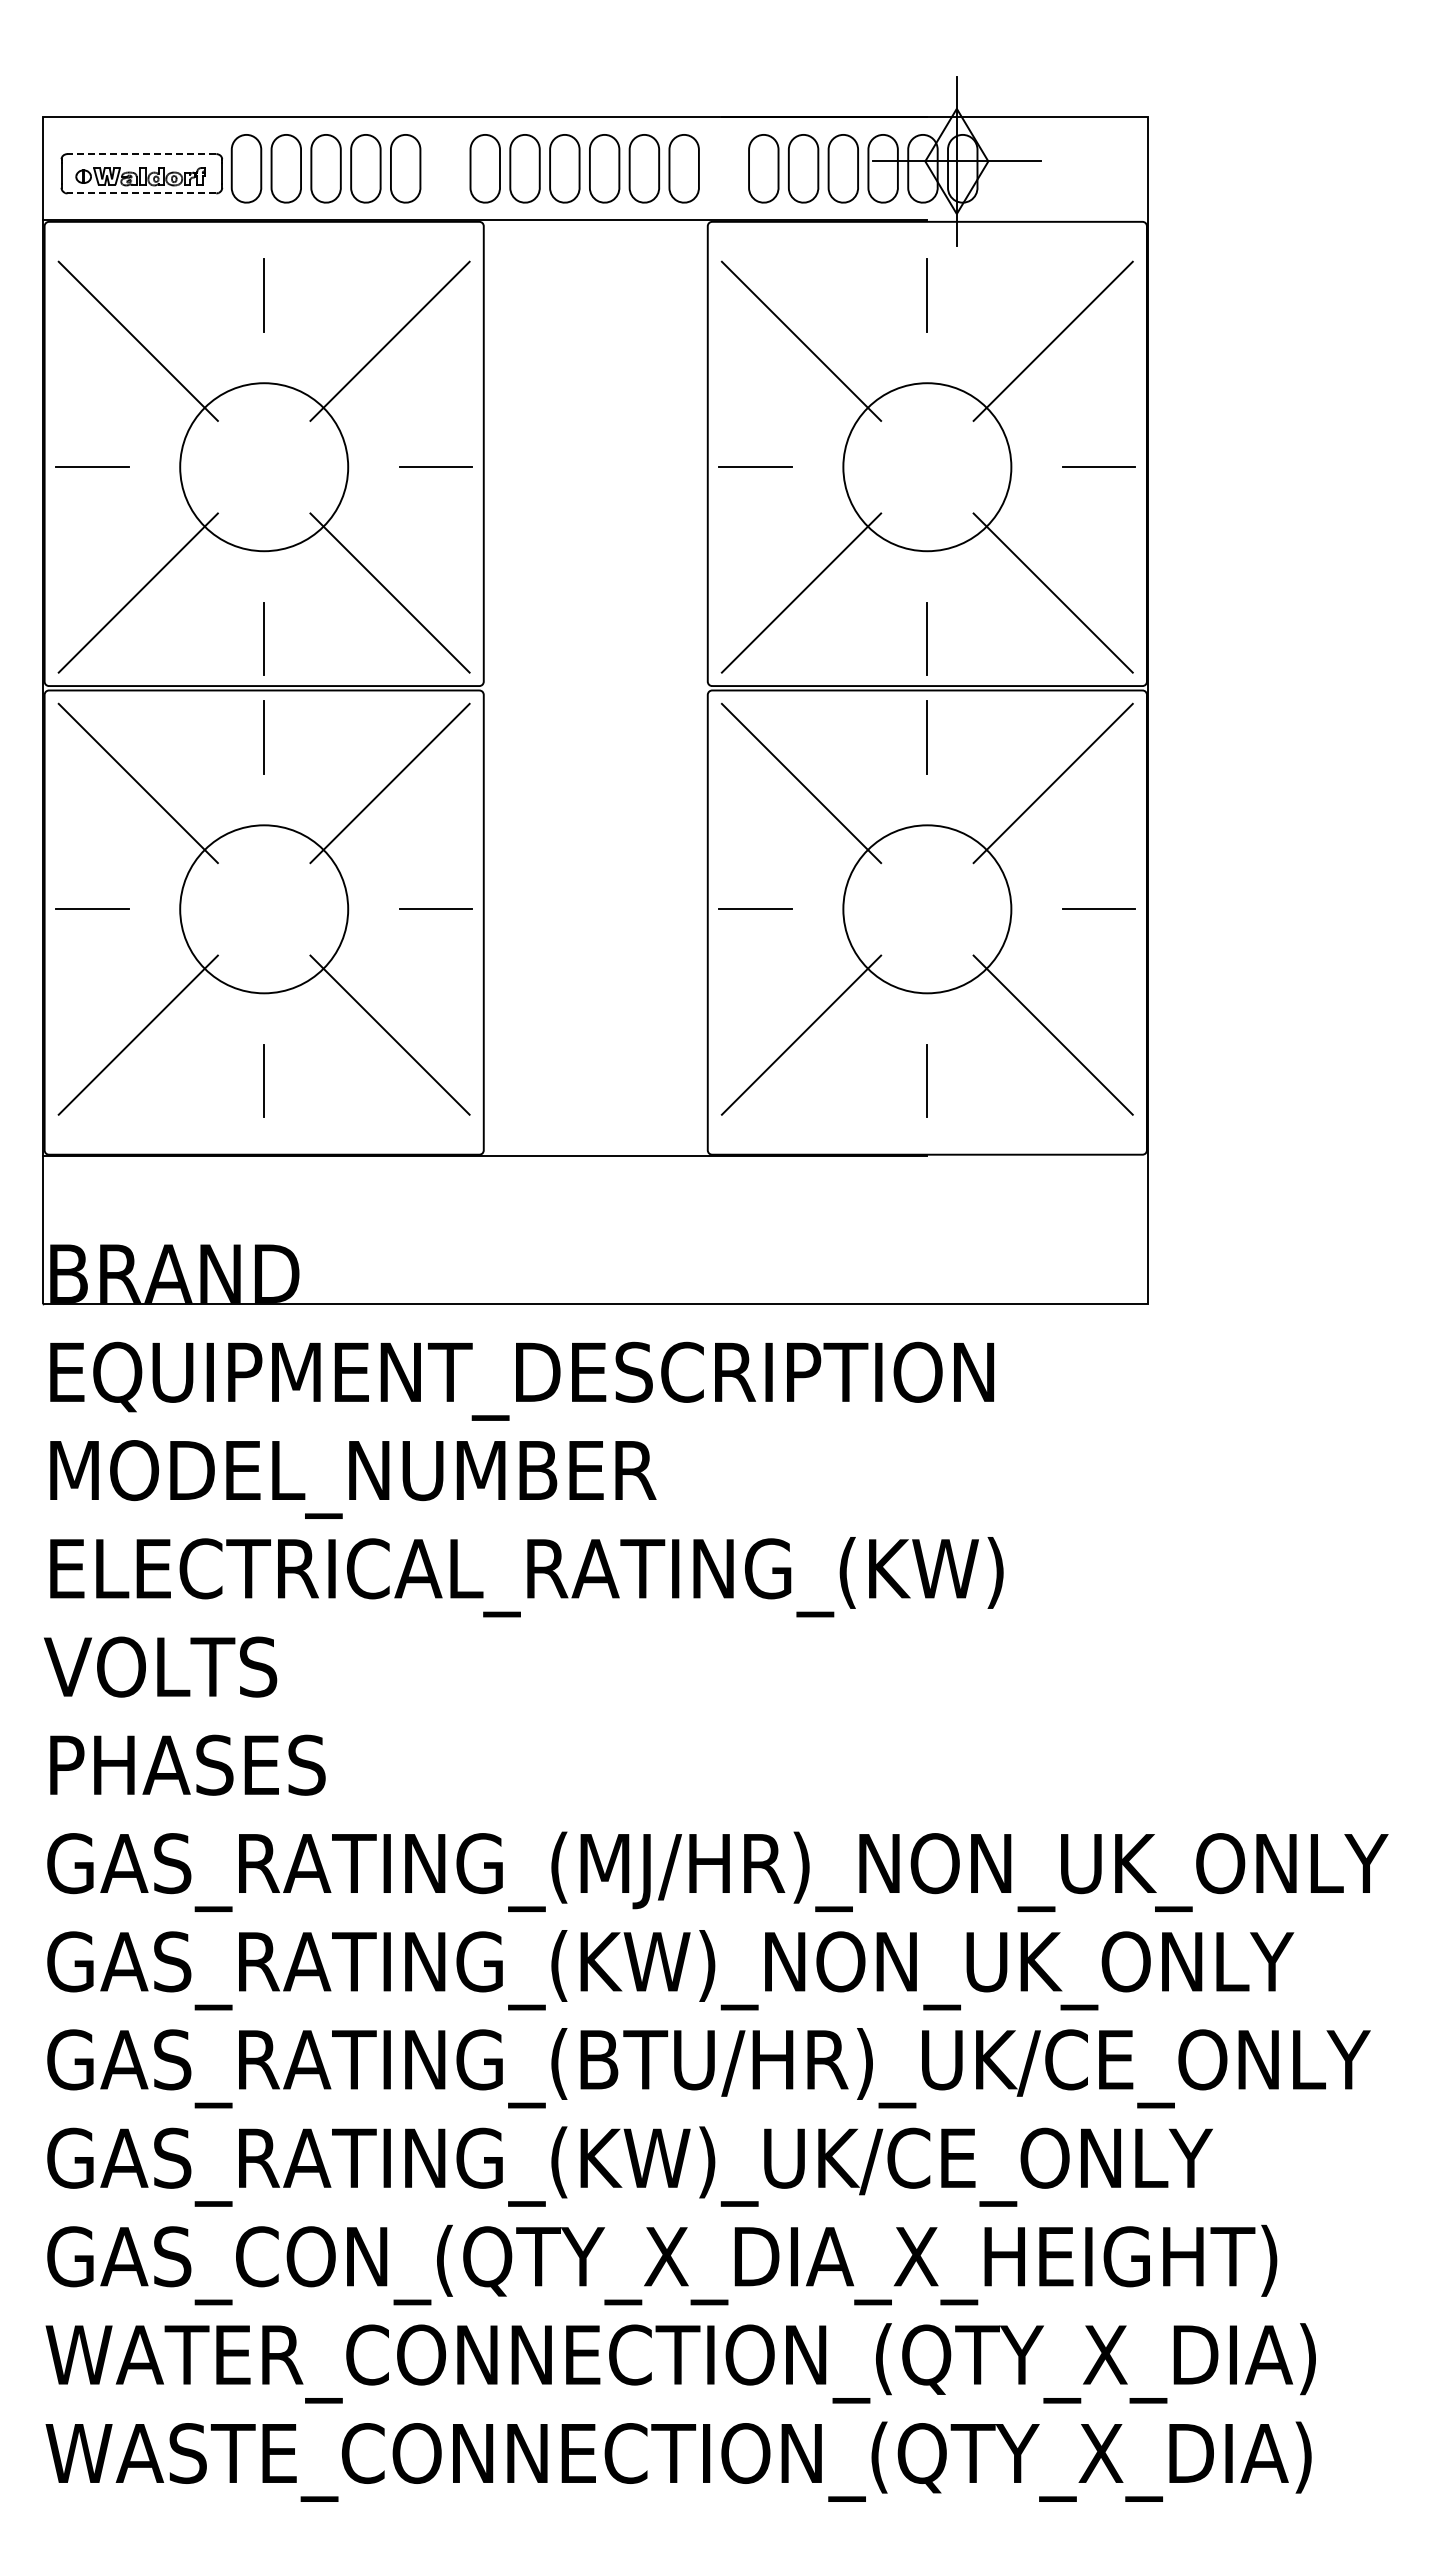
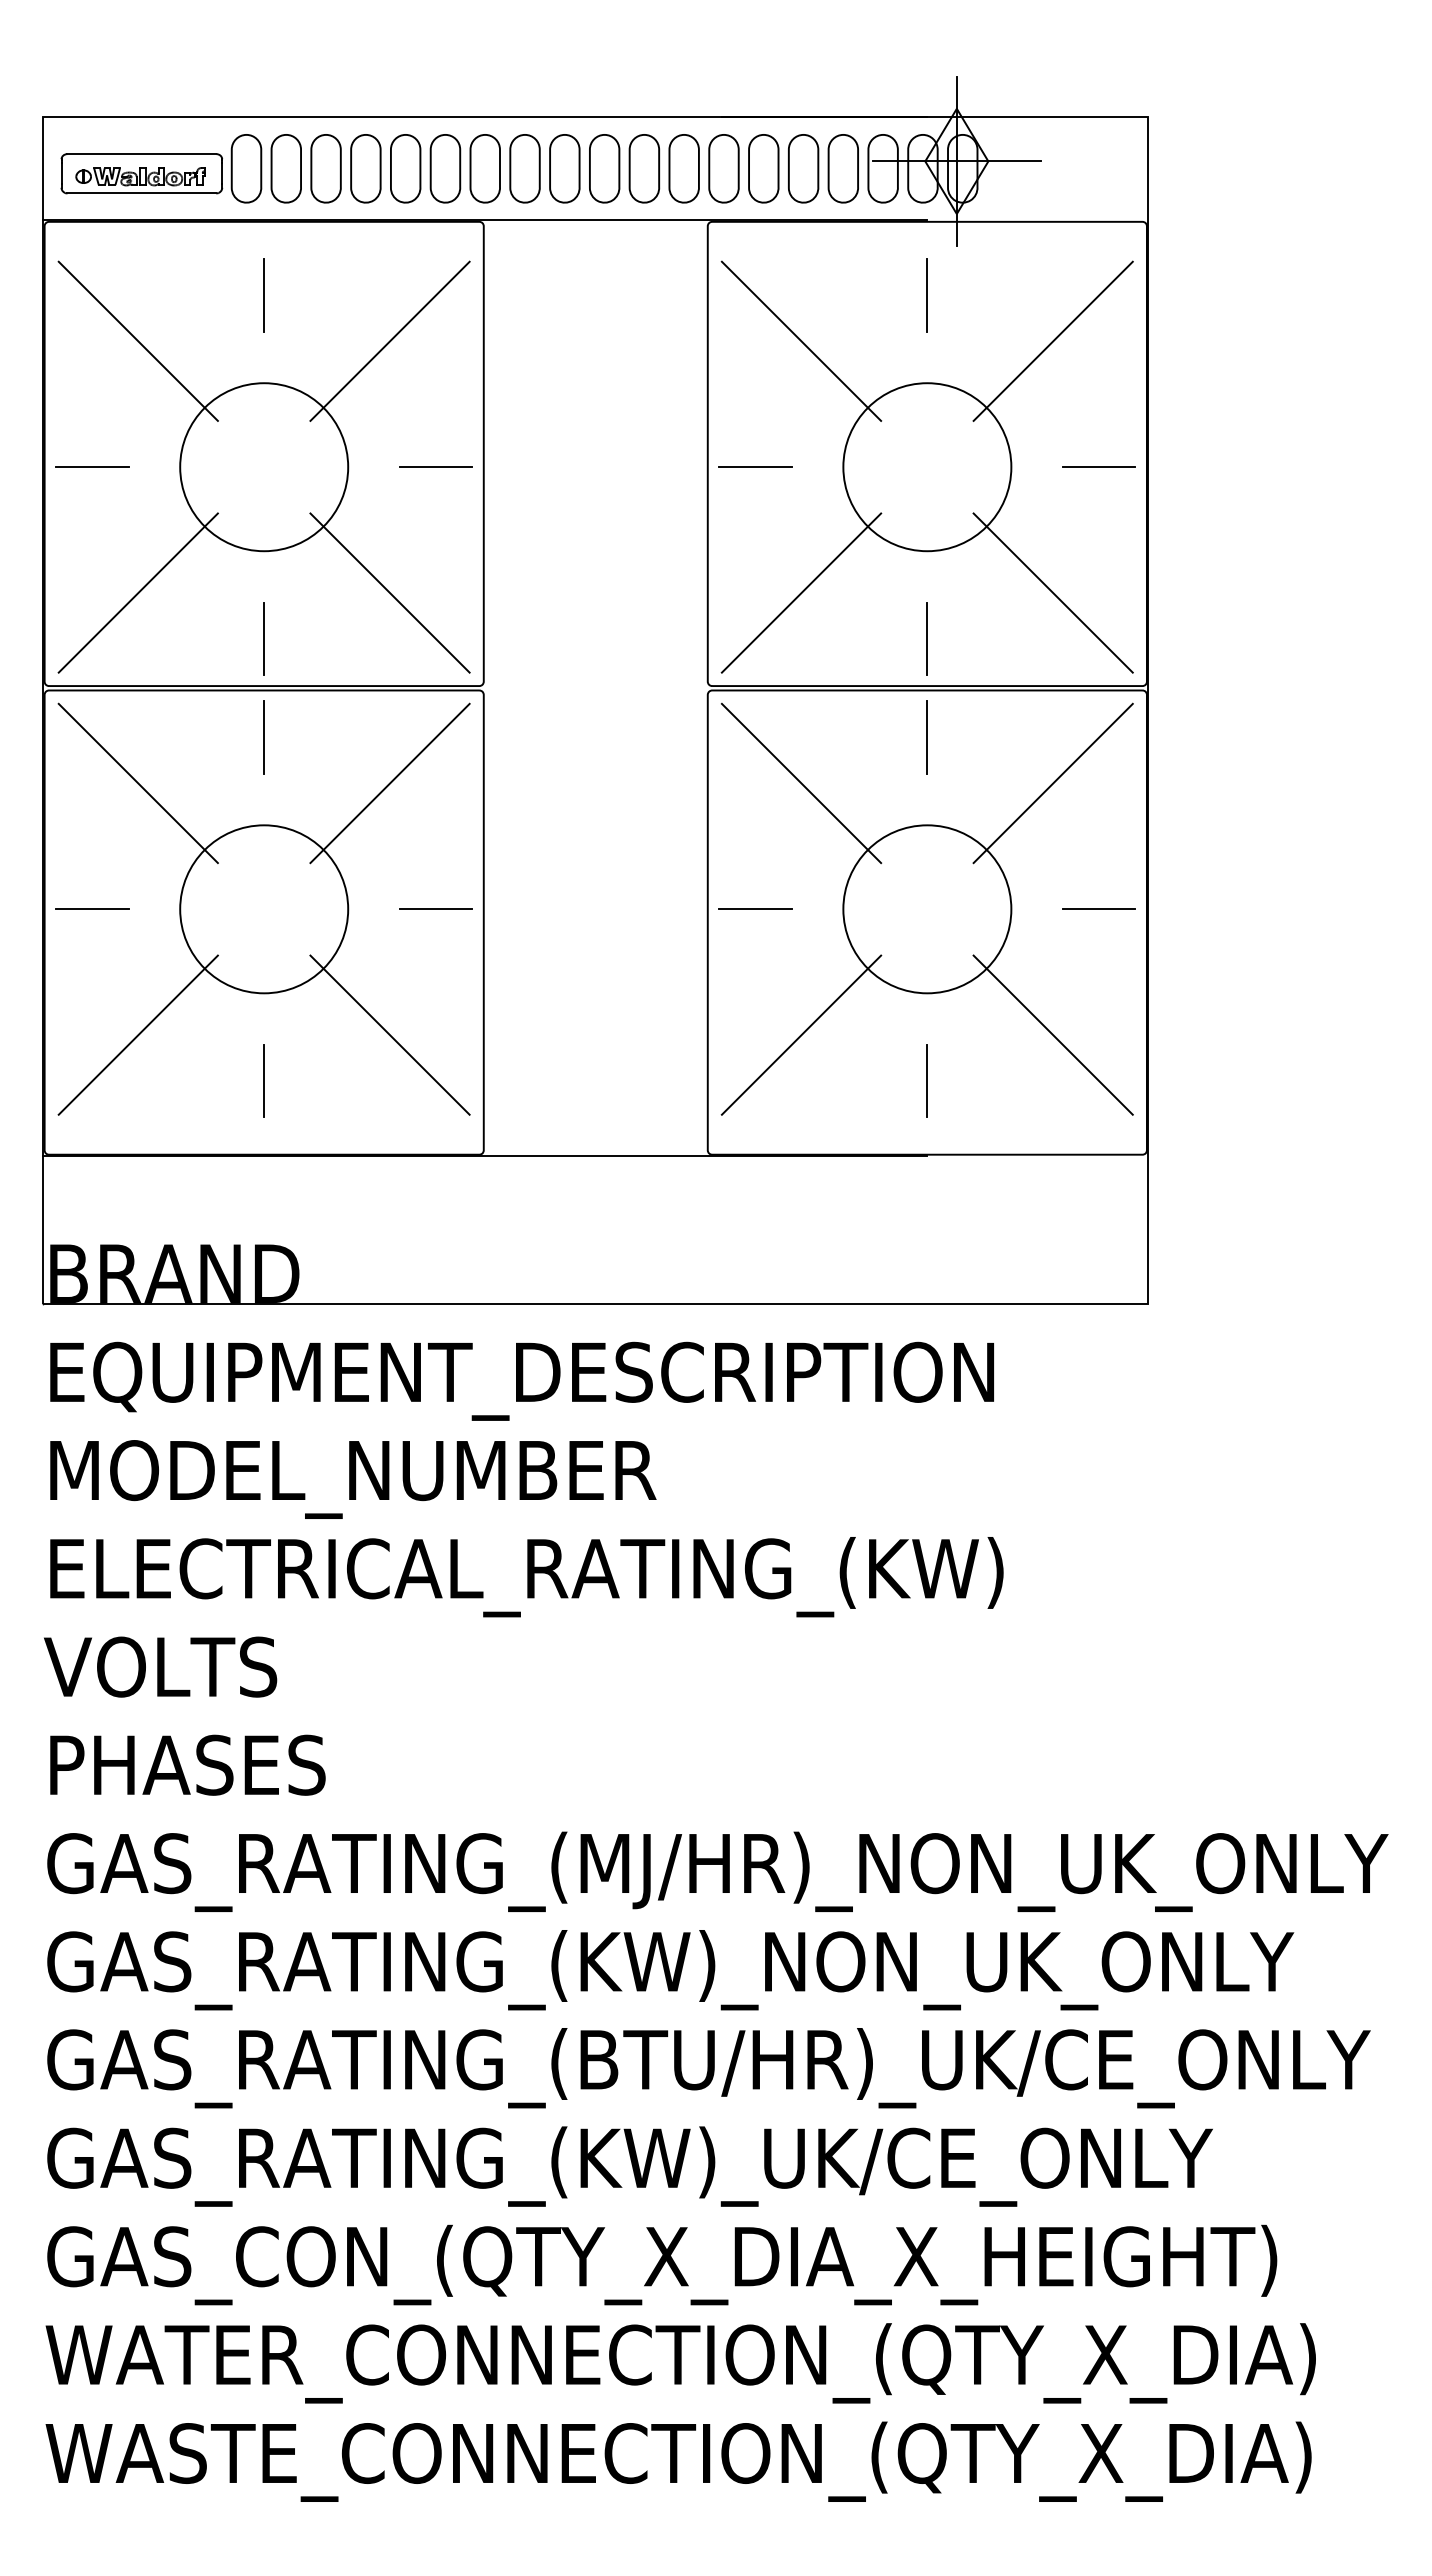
line at (141, 154): dashed -> solid
part at (445, 168): none -> present
part at (723, 168): none -> present
line at (141, 193): dashed -> solid
